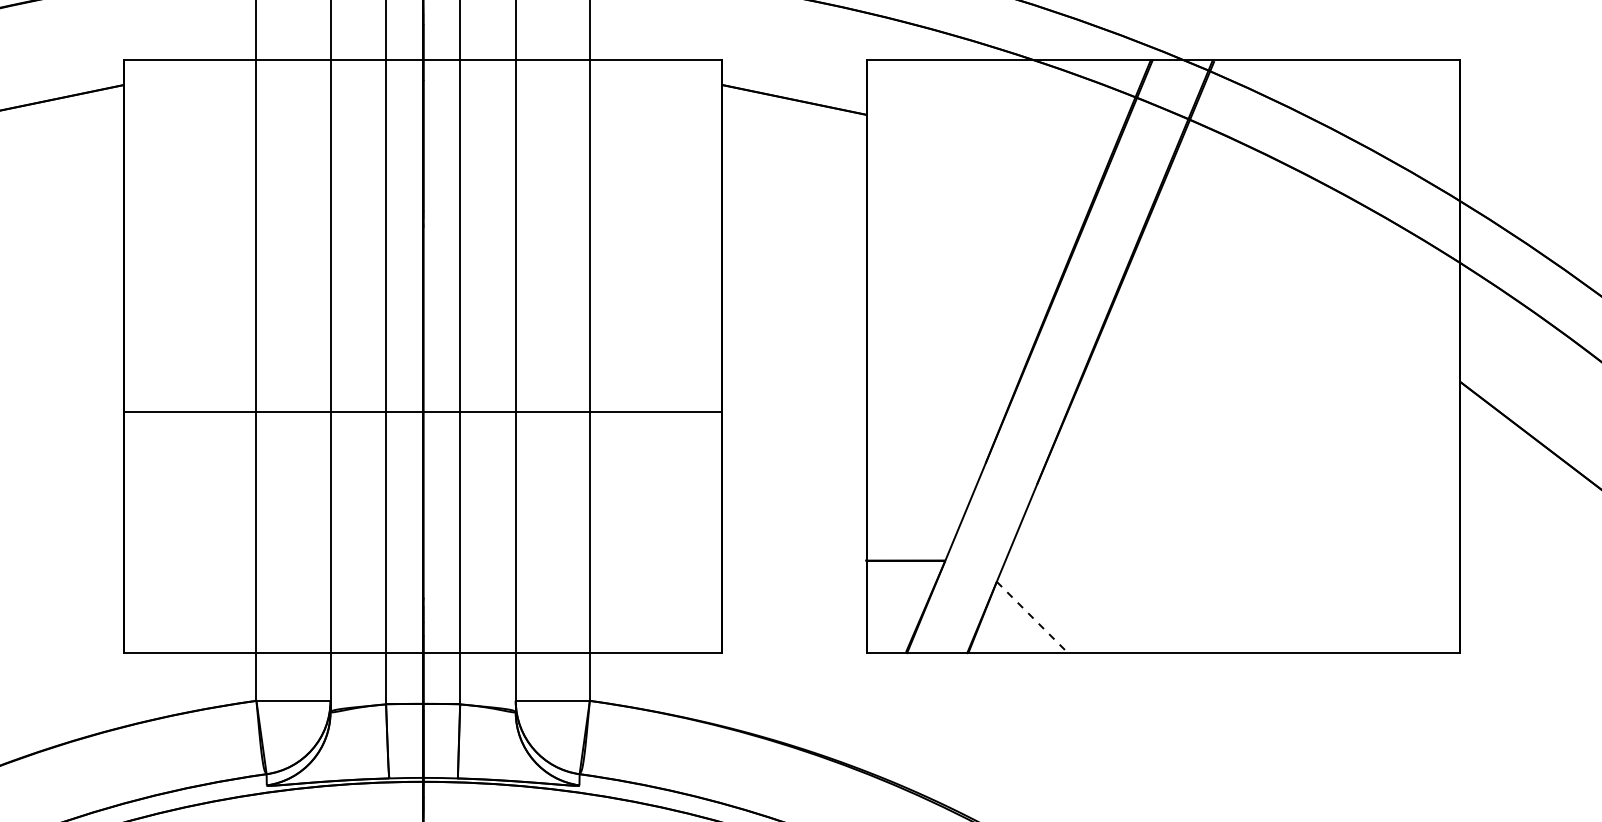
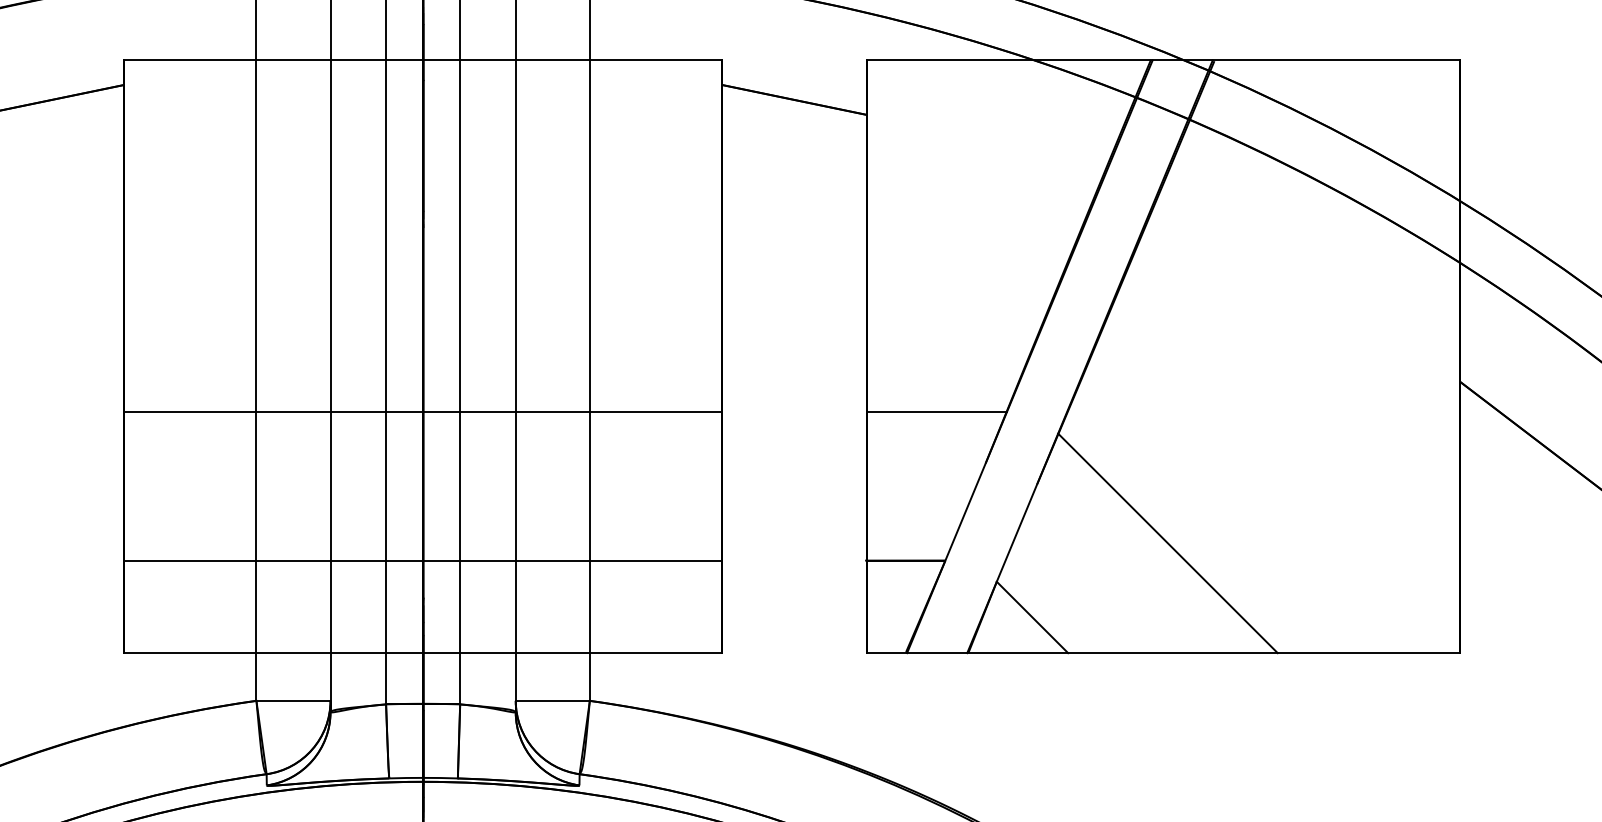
line at (936, 412): none -> present
line at (1167, 543): none -> present
line at (422, 560): none -> present
line at (1032, 617): dashed -> solid
